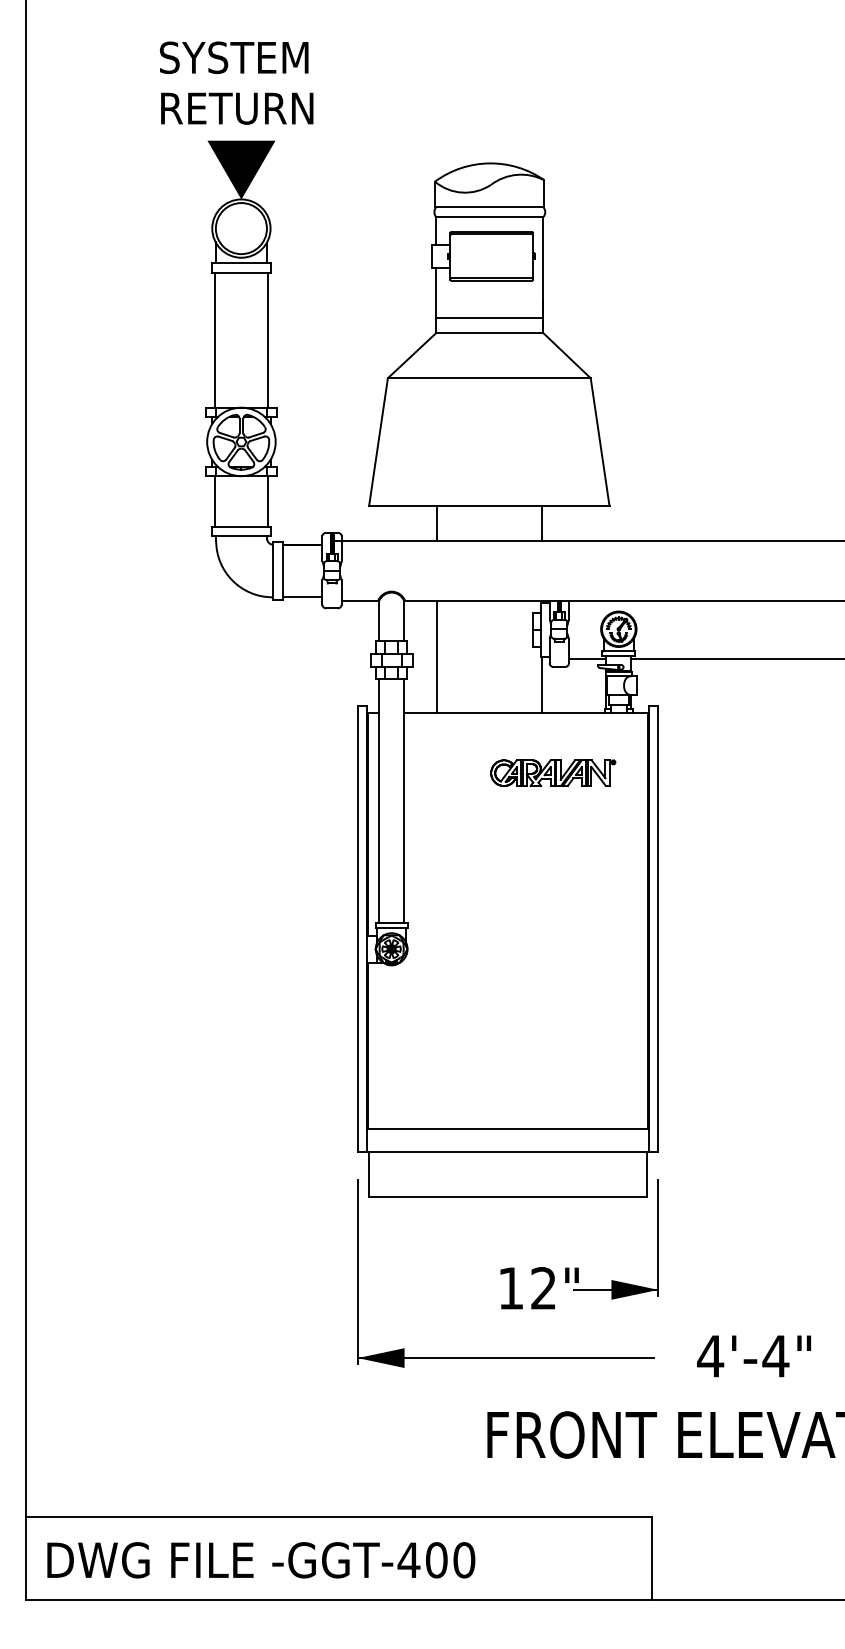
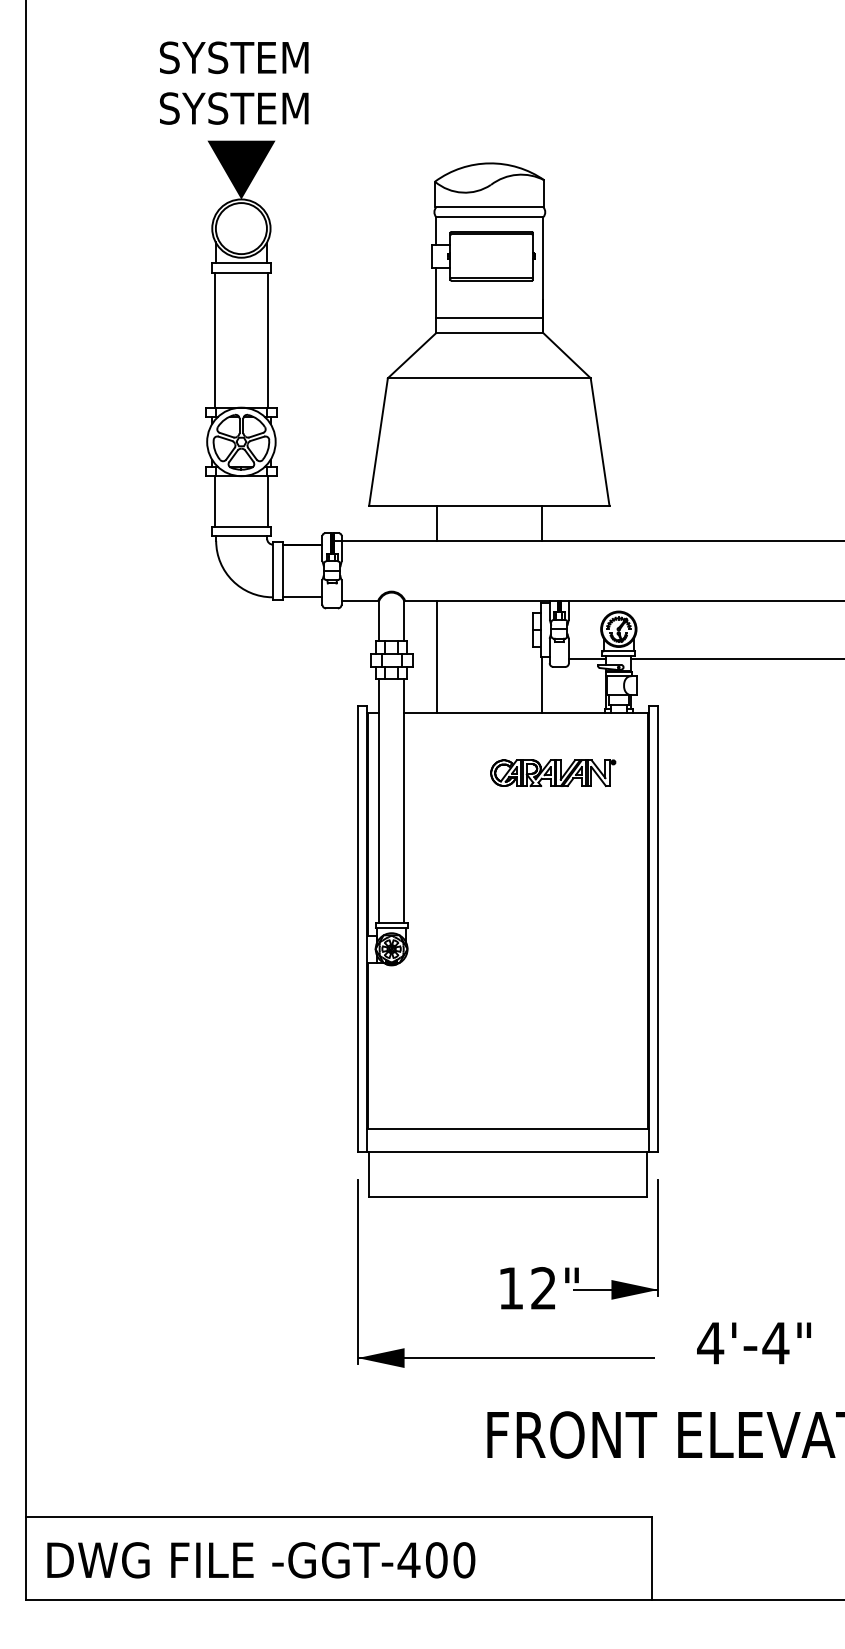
text at (236, 108): RETURN -> SYSTEM
text at (753, 1356) position: (753, 1356) -> (753, 1343)
